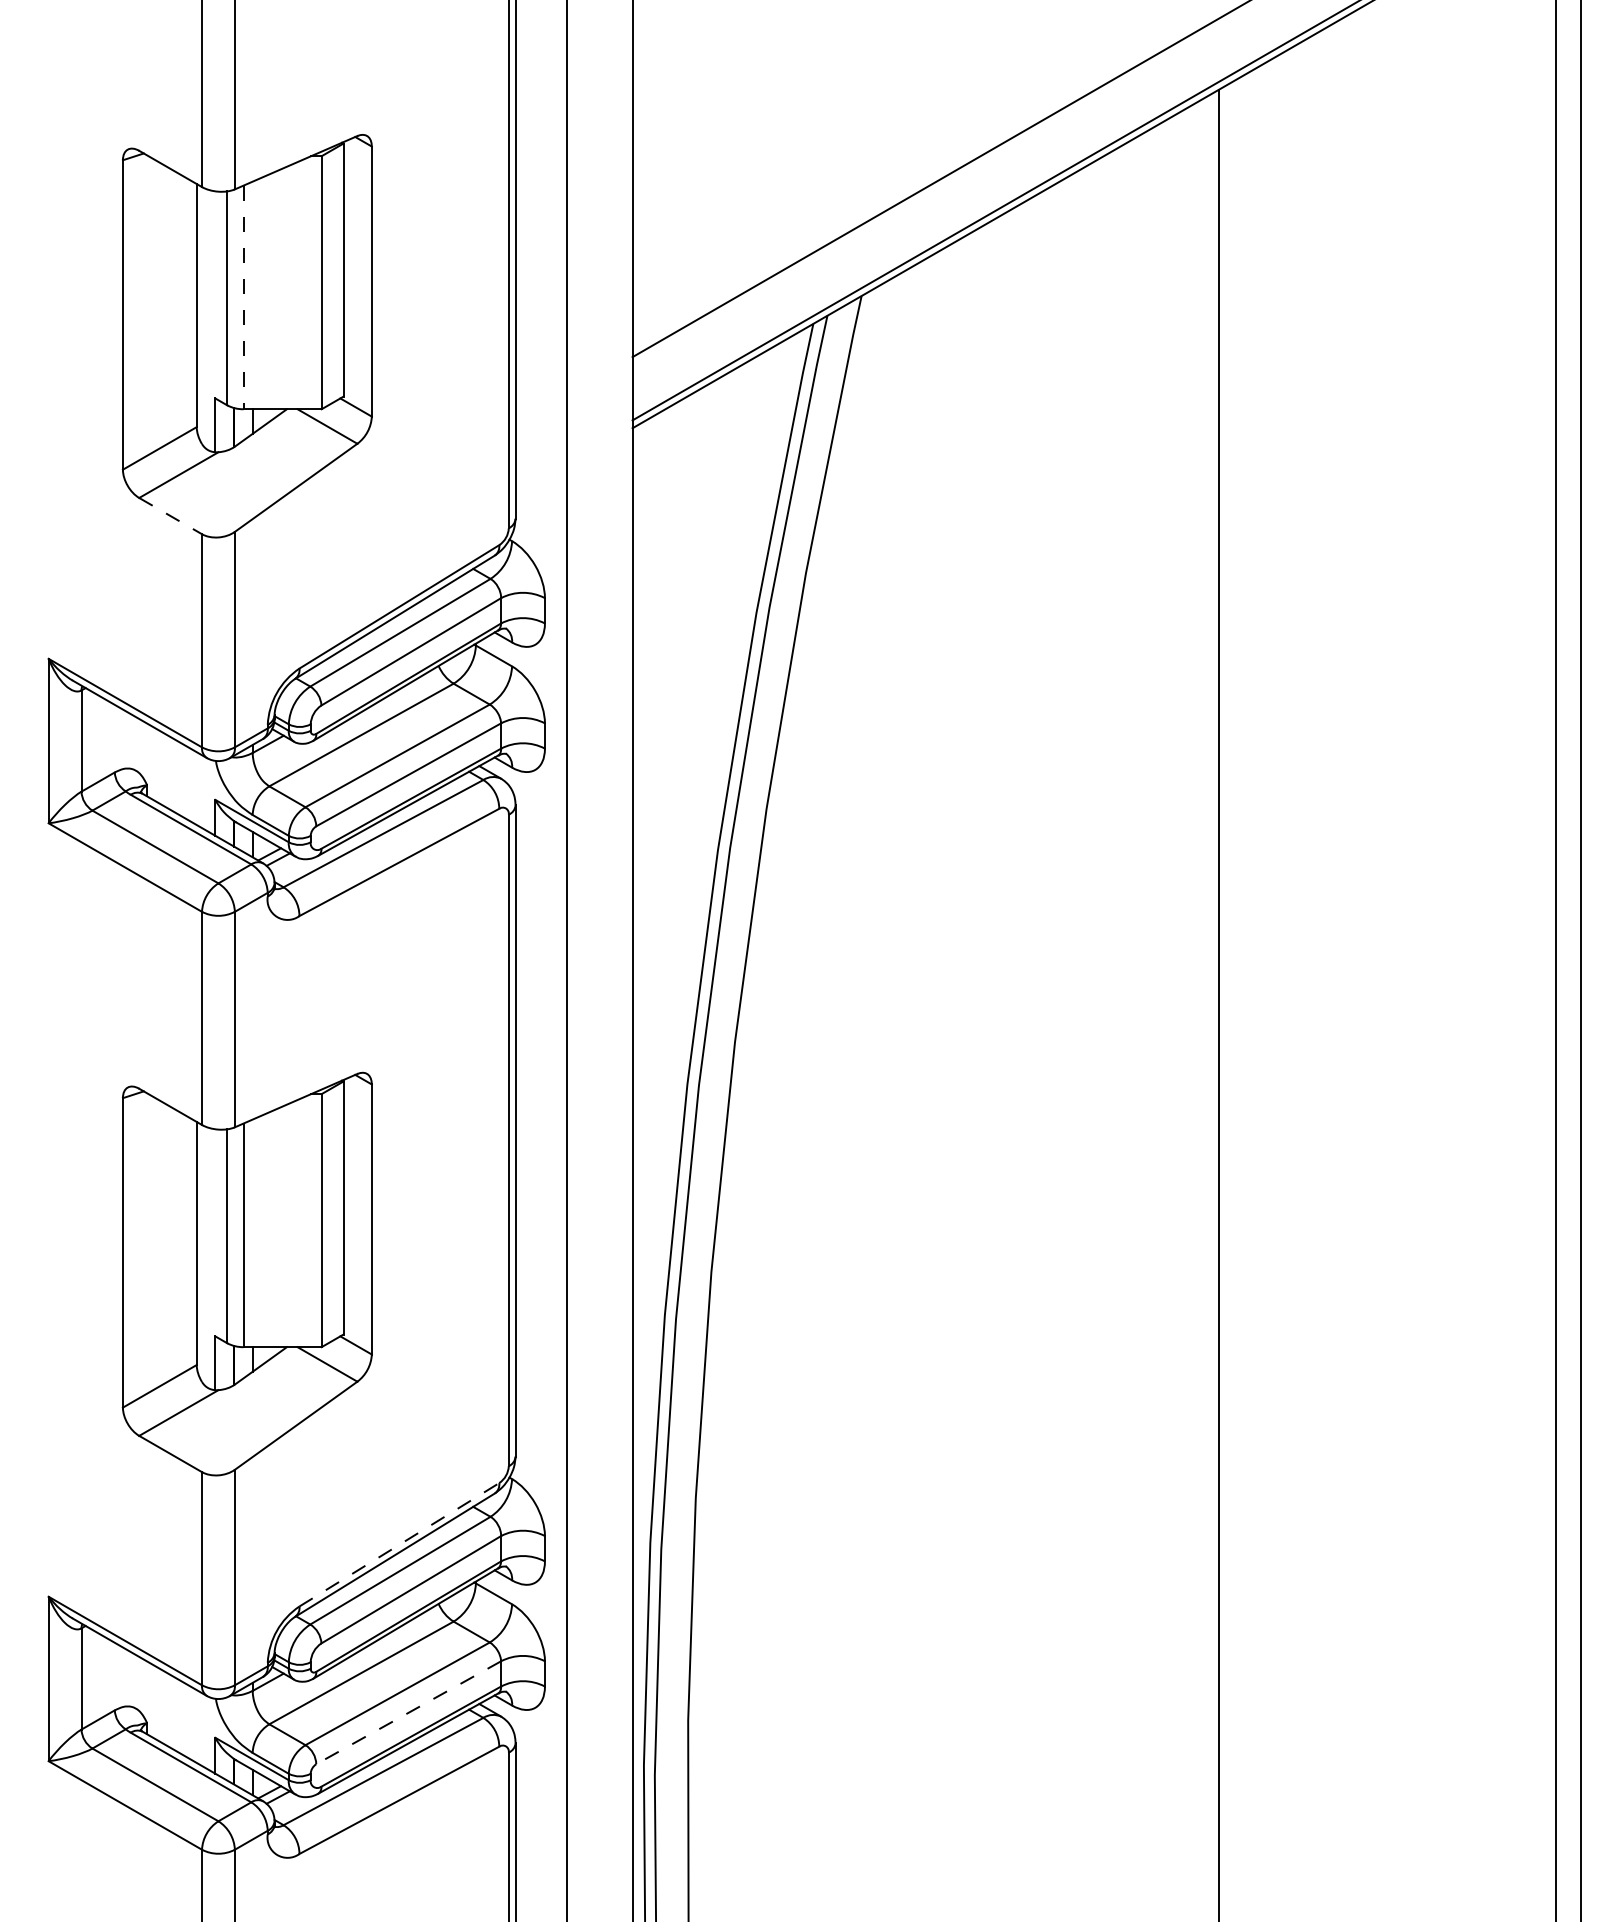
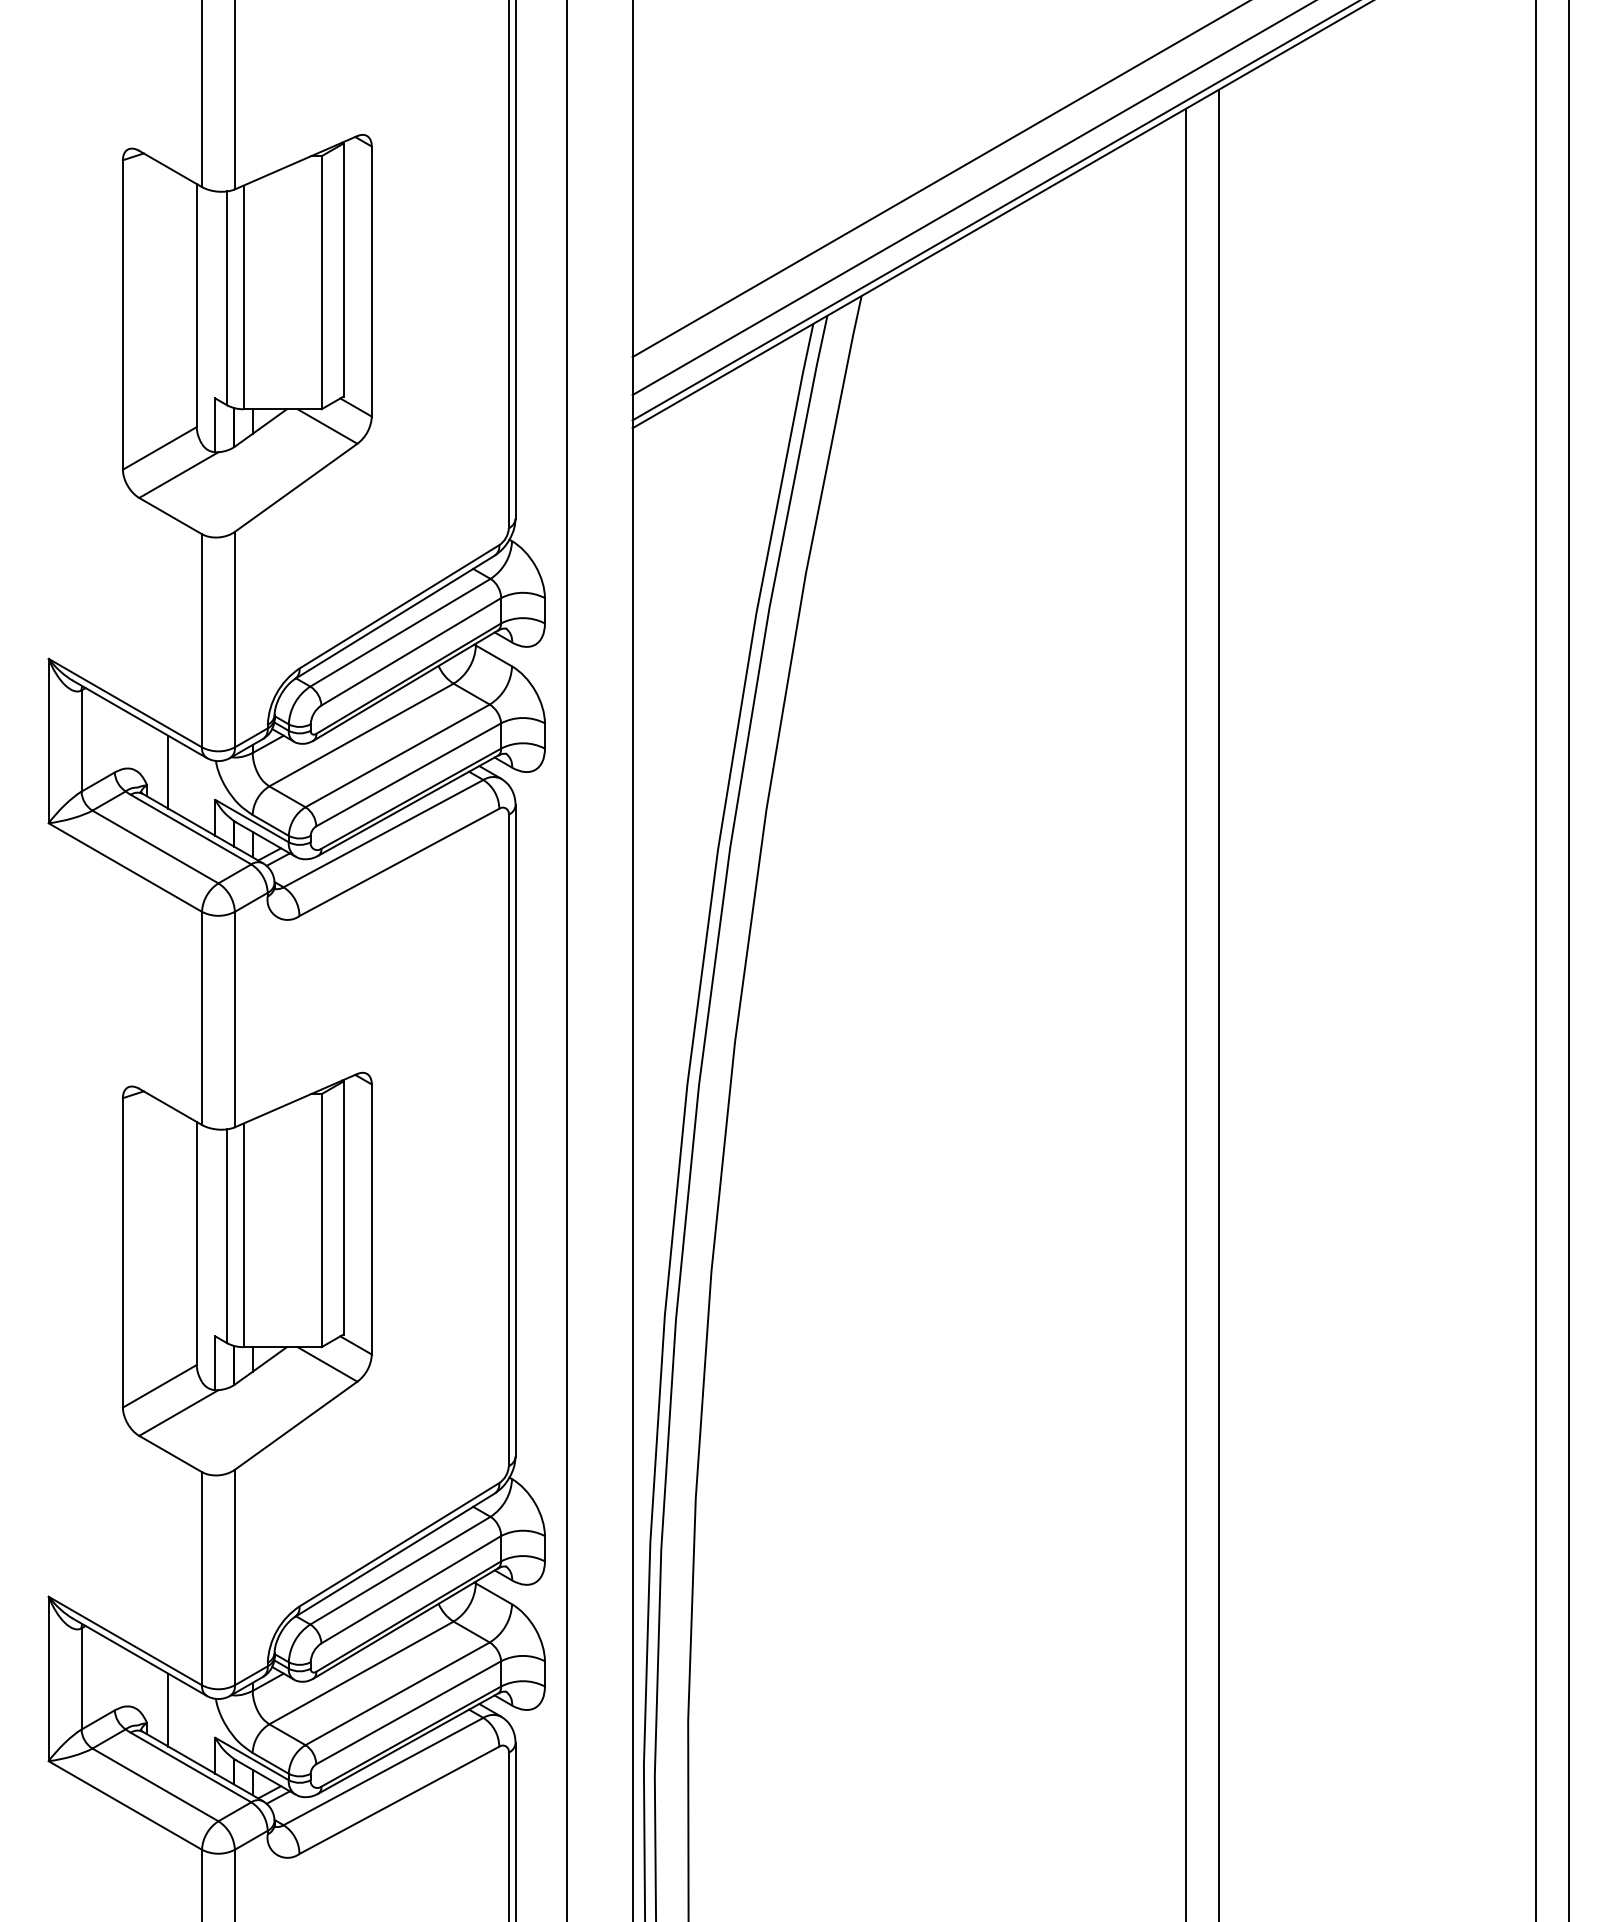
line at (972, 198): none -> present
line at (243, 297): dashed -> solid
line at (171, 516): dashed -> solid
line at (168, 771): none -> present
line at (1556, 960) position: (1556, 960) -> (1536, 960)
line at (1581, 960) position: (1581, 960) -> (1569, 960)
line at (1185, 1013): none -> present
line at (399, 1544): dashed -> solid
line at (168, 1709): none -> present
line at (408, 1712): dashed -> solid
